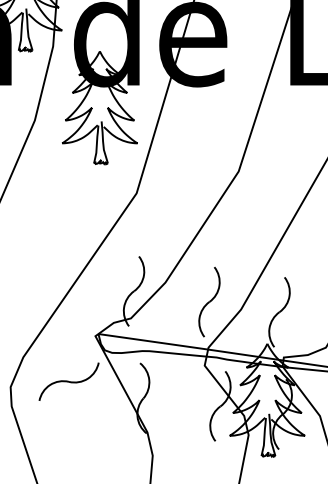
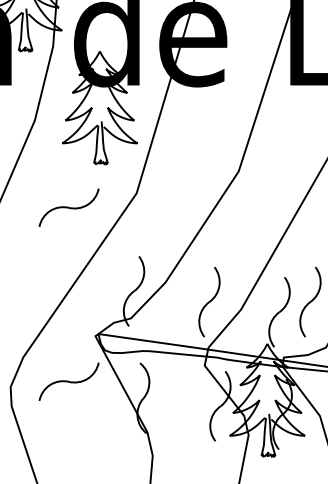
part at (68, 207): none -> present
part at (310, 301): none -> present
